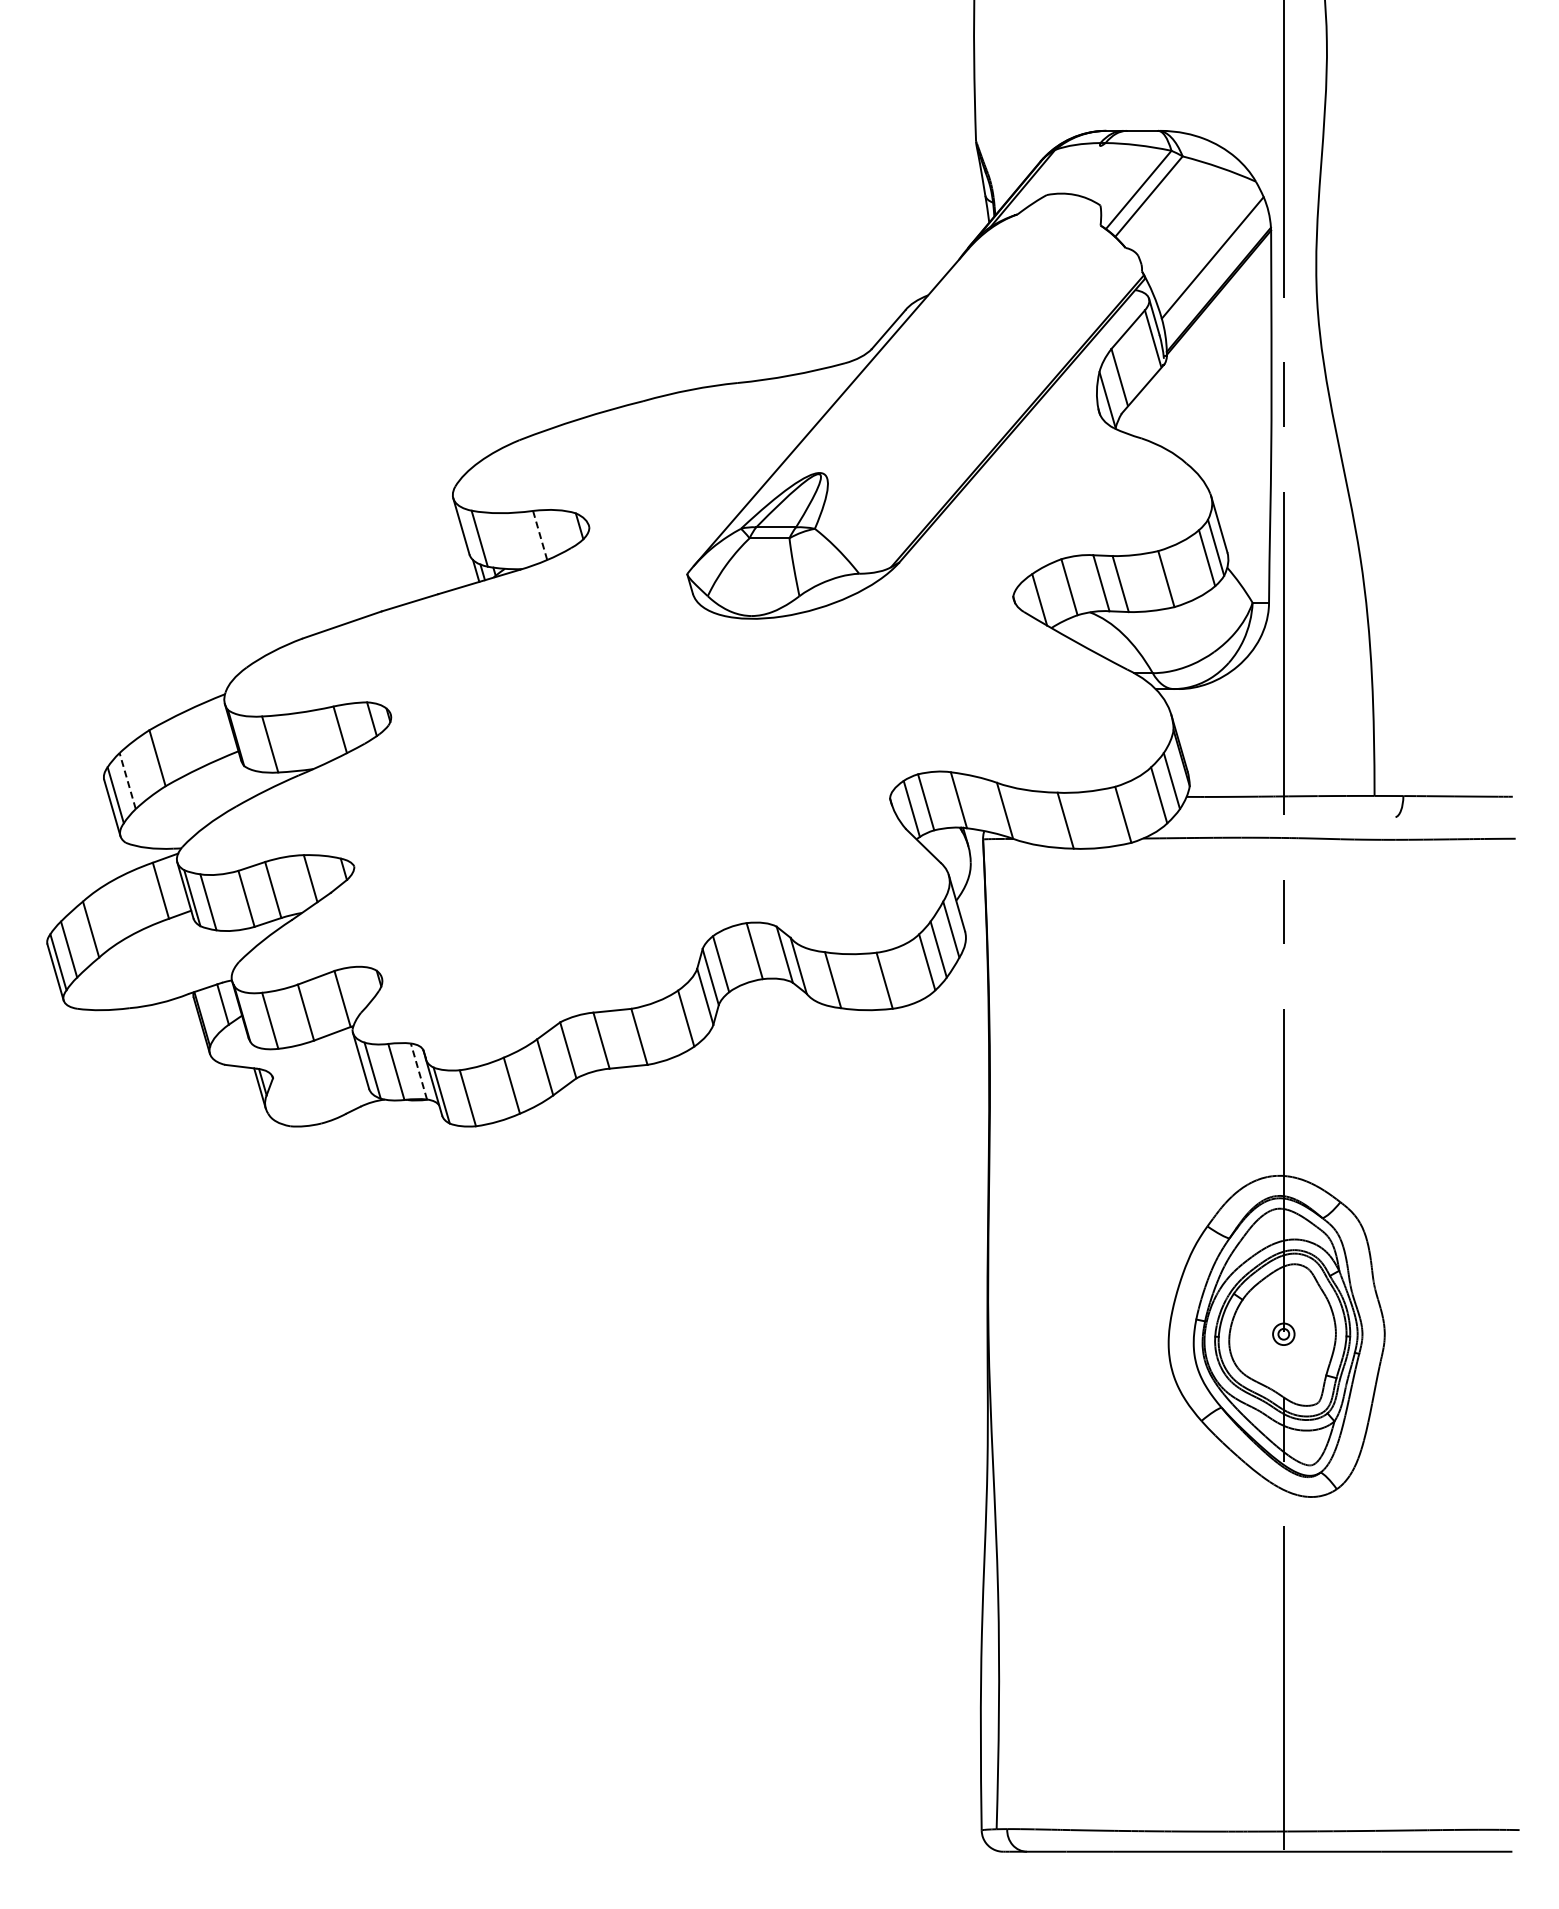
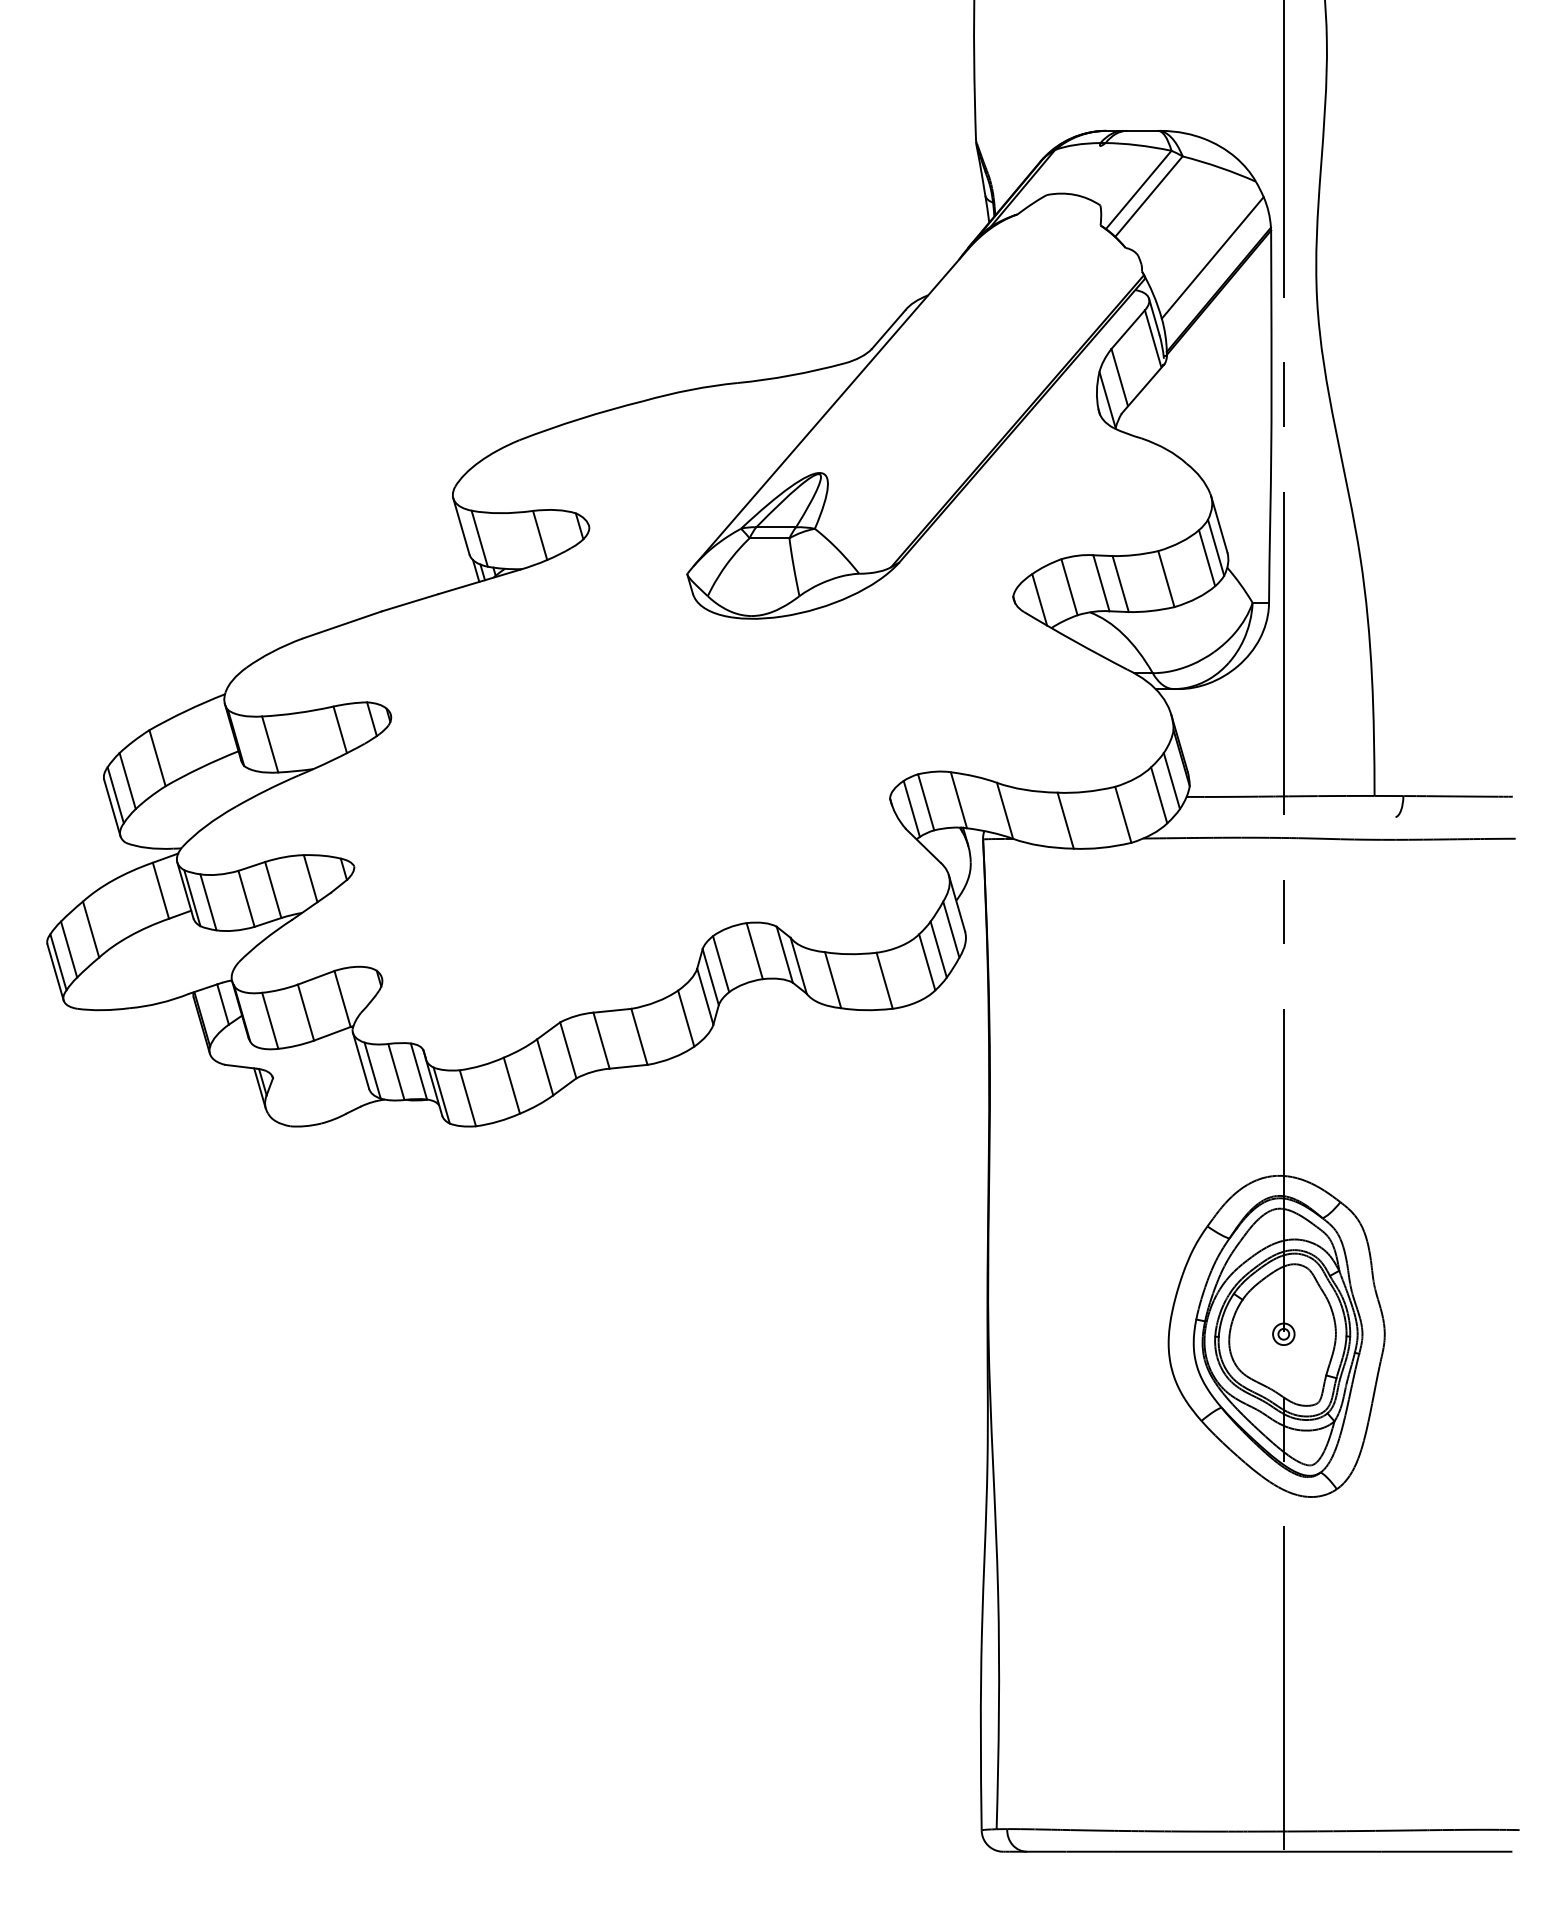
line at (540, 535): dashed -> solid
line at (127, 780): dashed -> solid
line at (418, 1071): dashed -> solid
